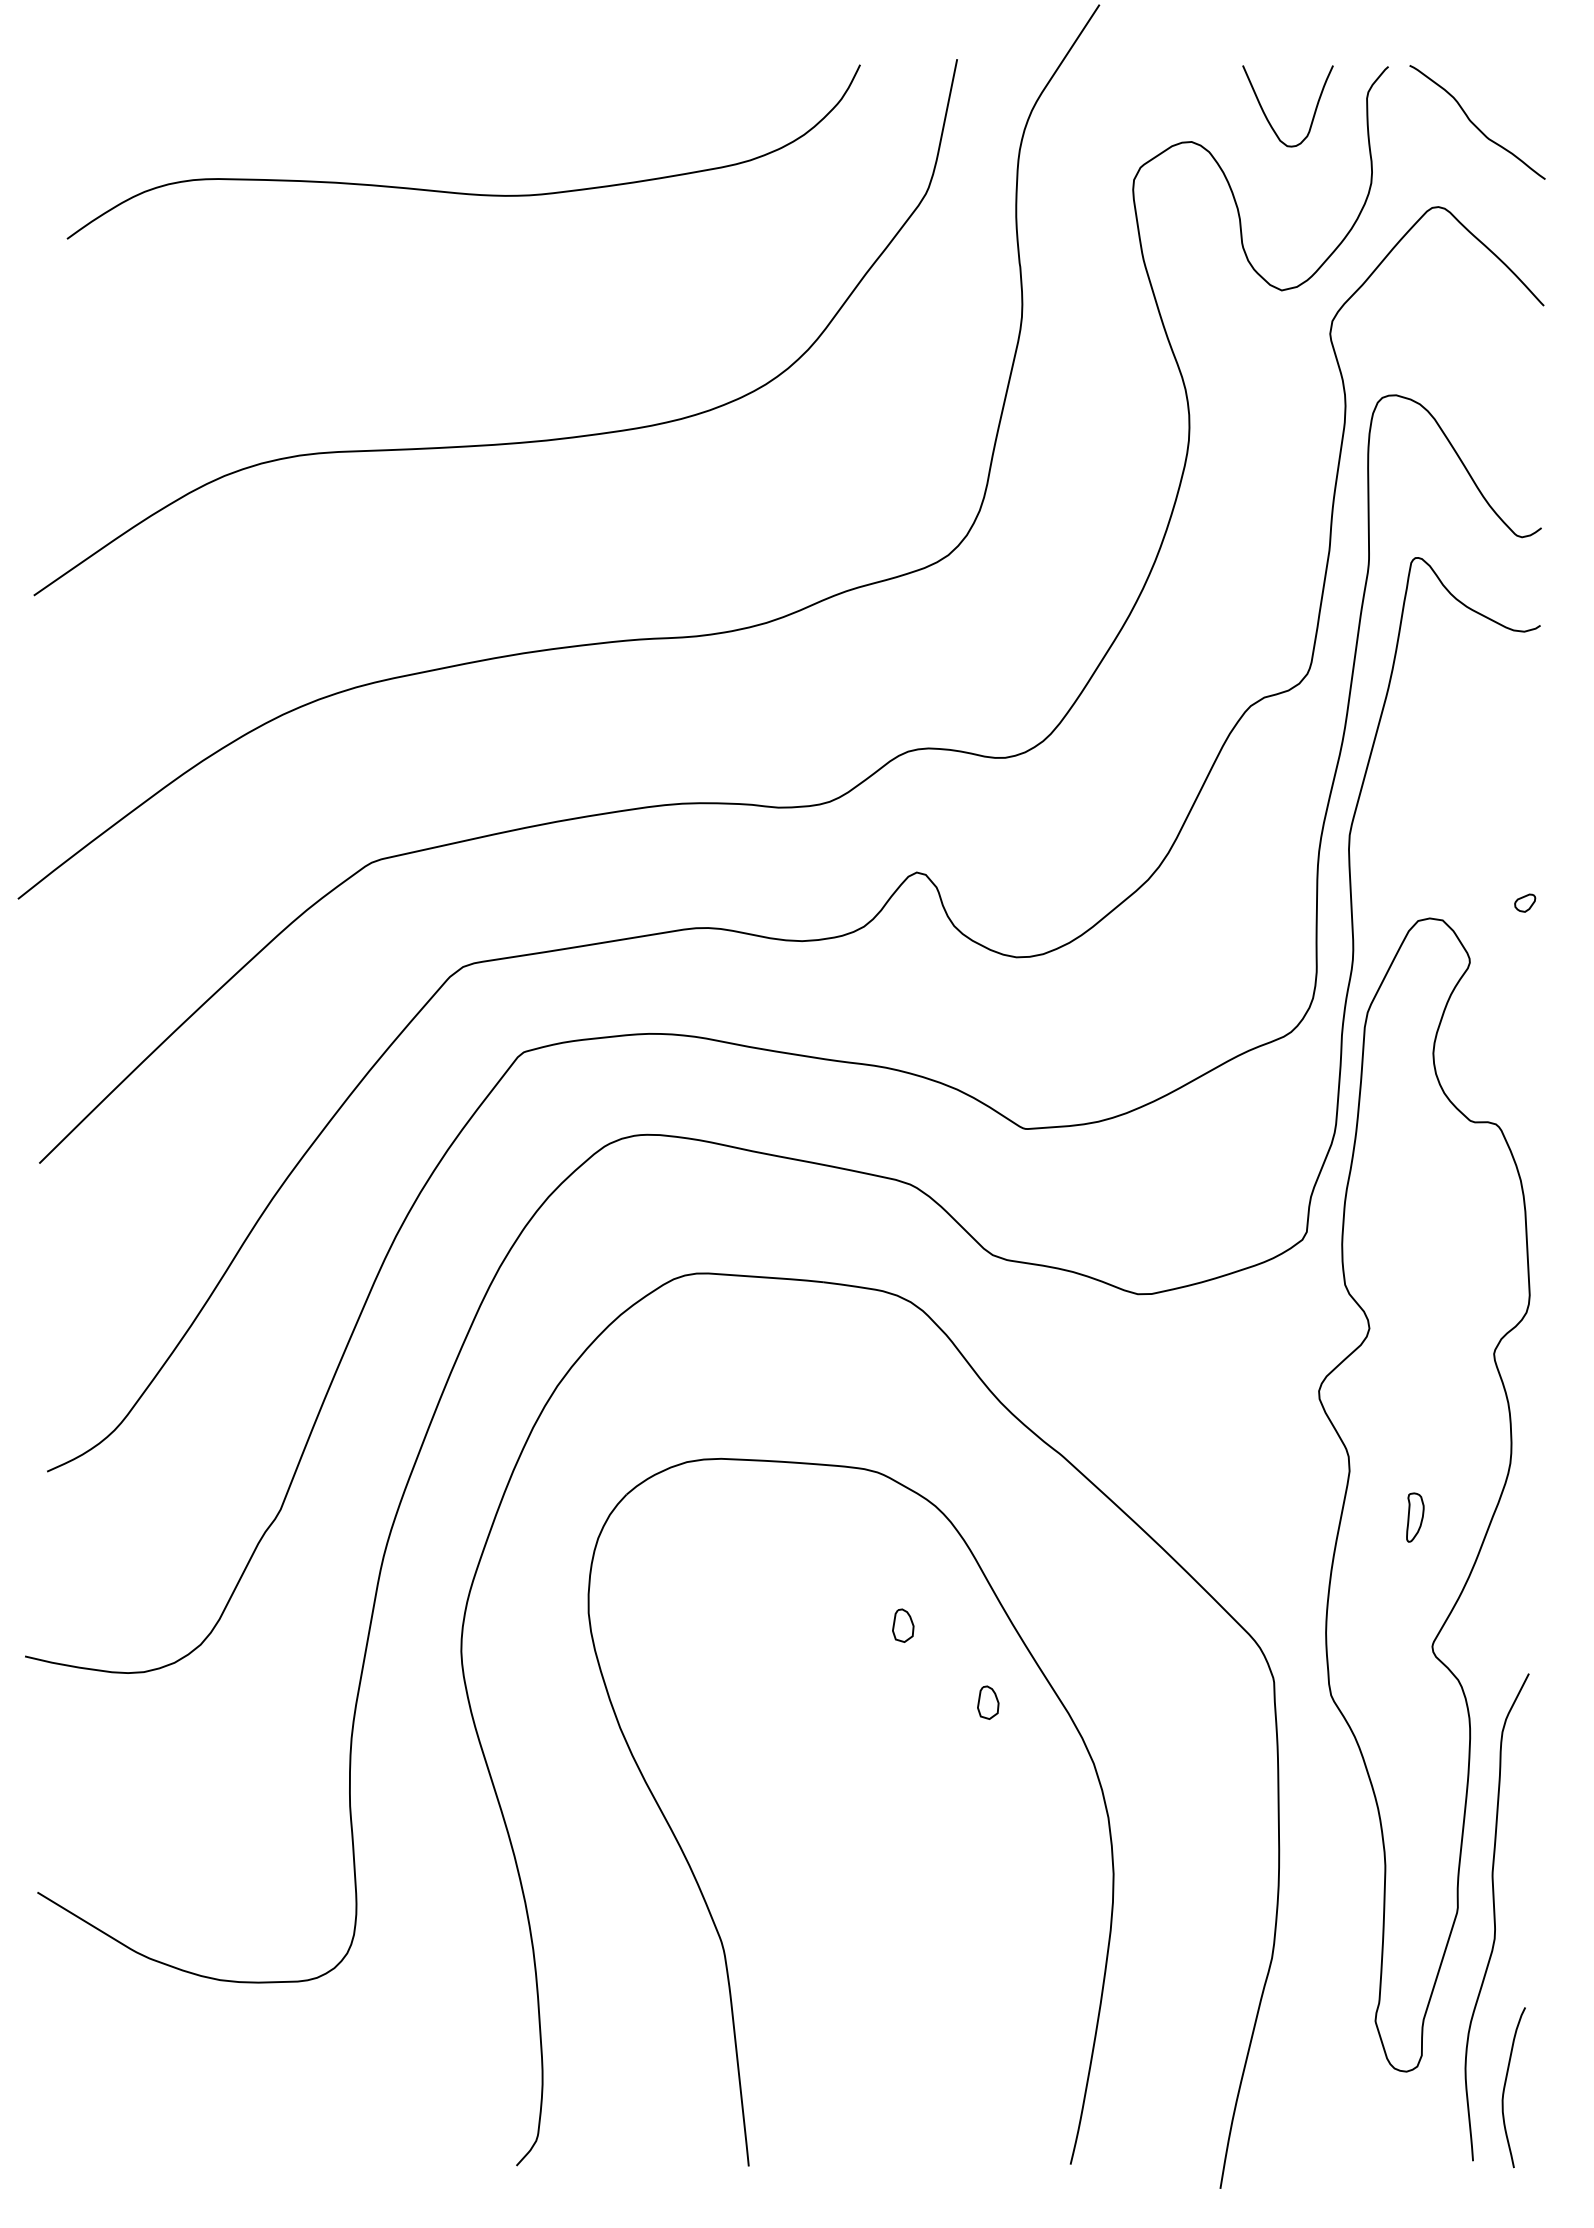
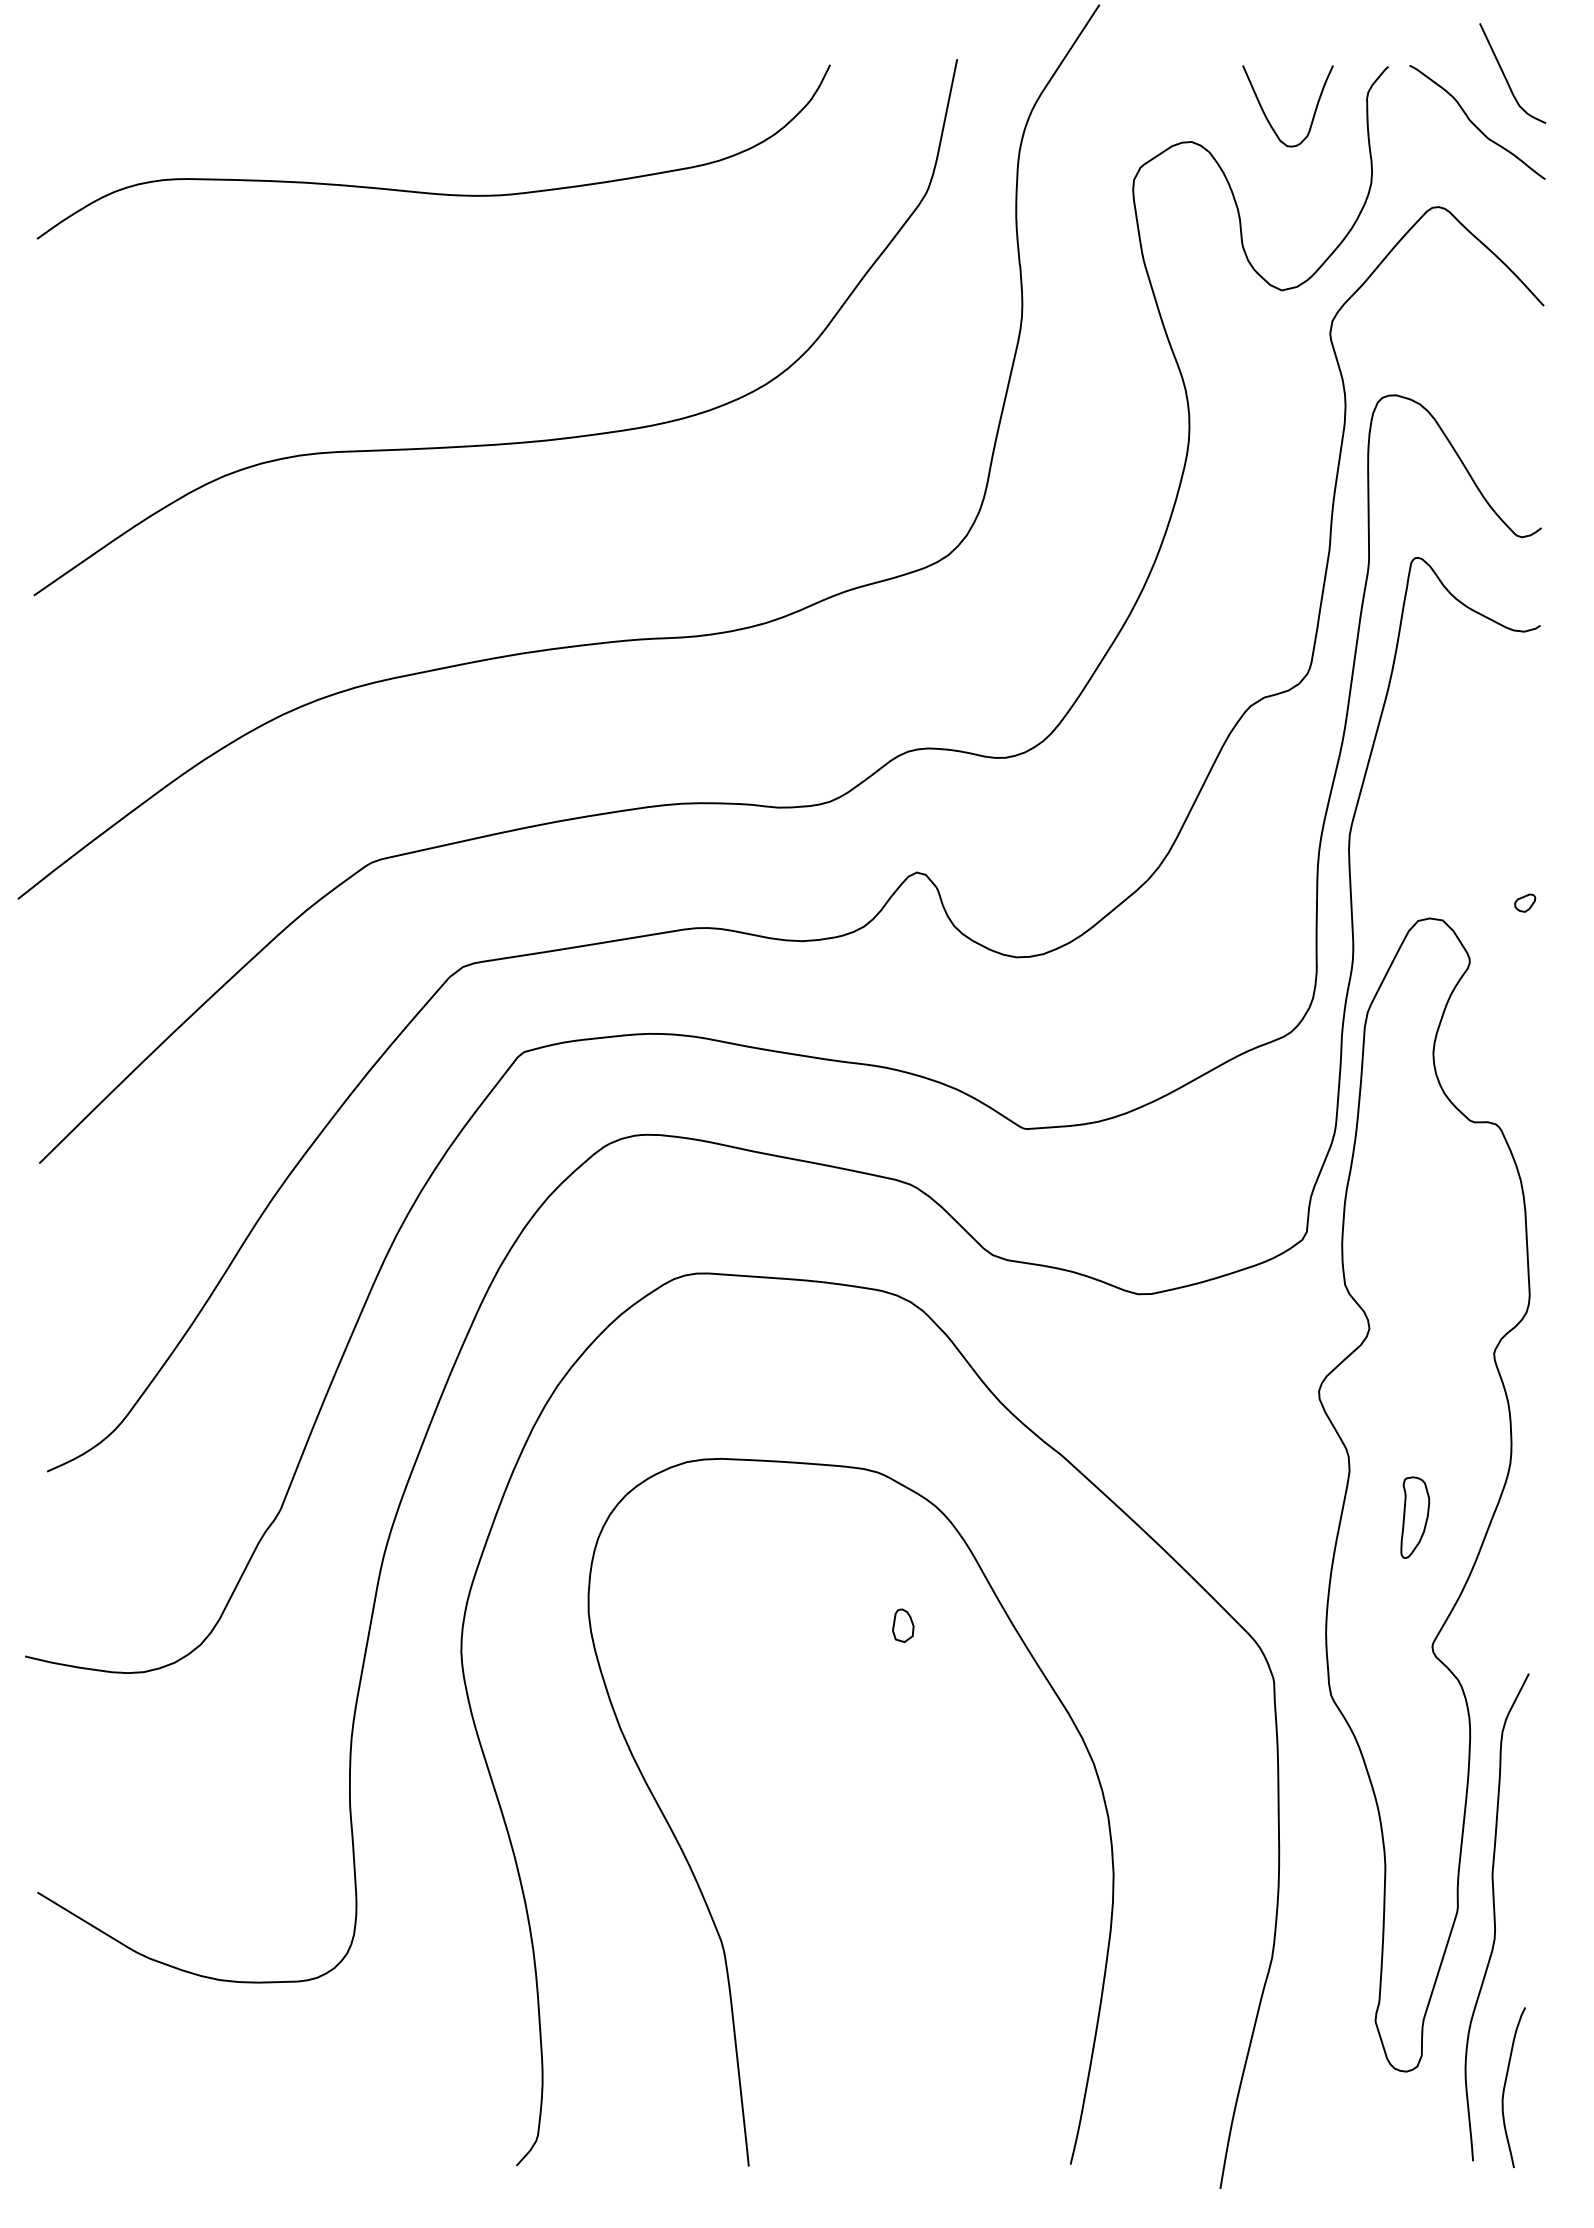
curve at (1506, 77): none -> present
curve at (463, 192) position: (463, 192) -> (433, 192)
part at (1415, 1517) size: 19x51 px -> 31x83 px
part at (988, 1702): present -> none
